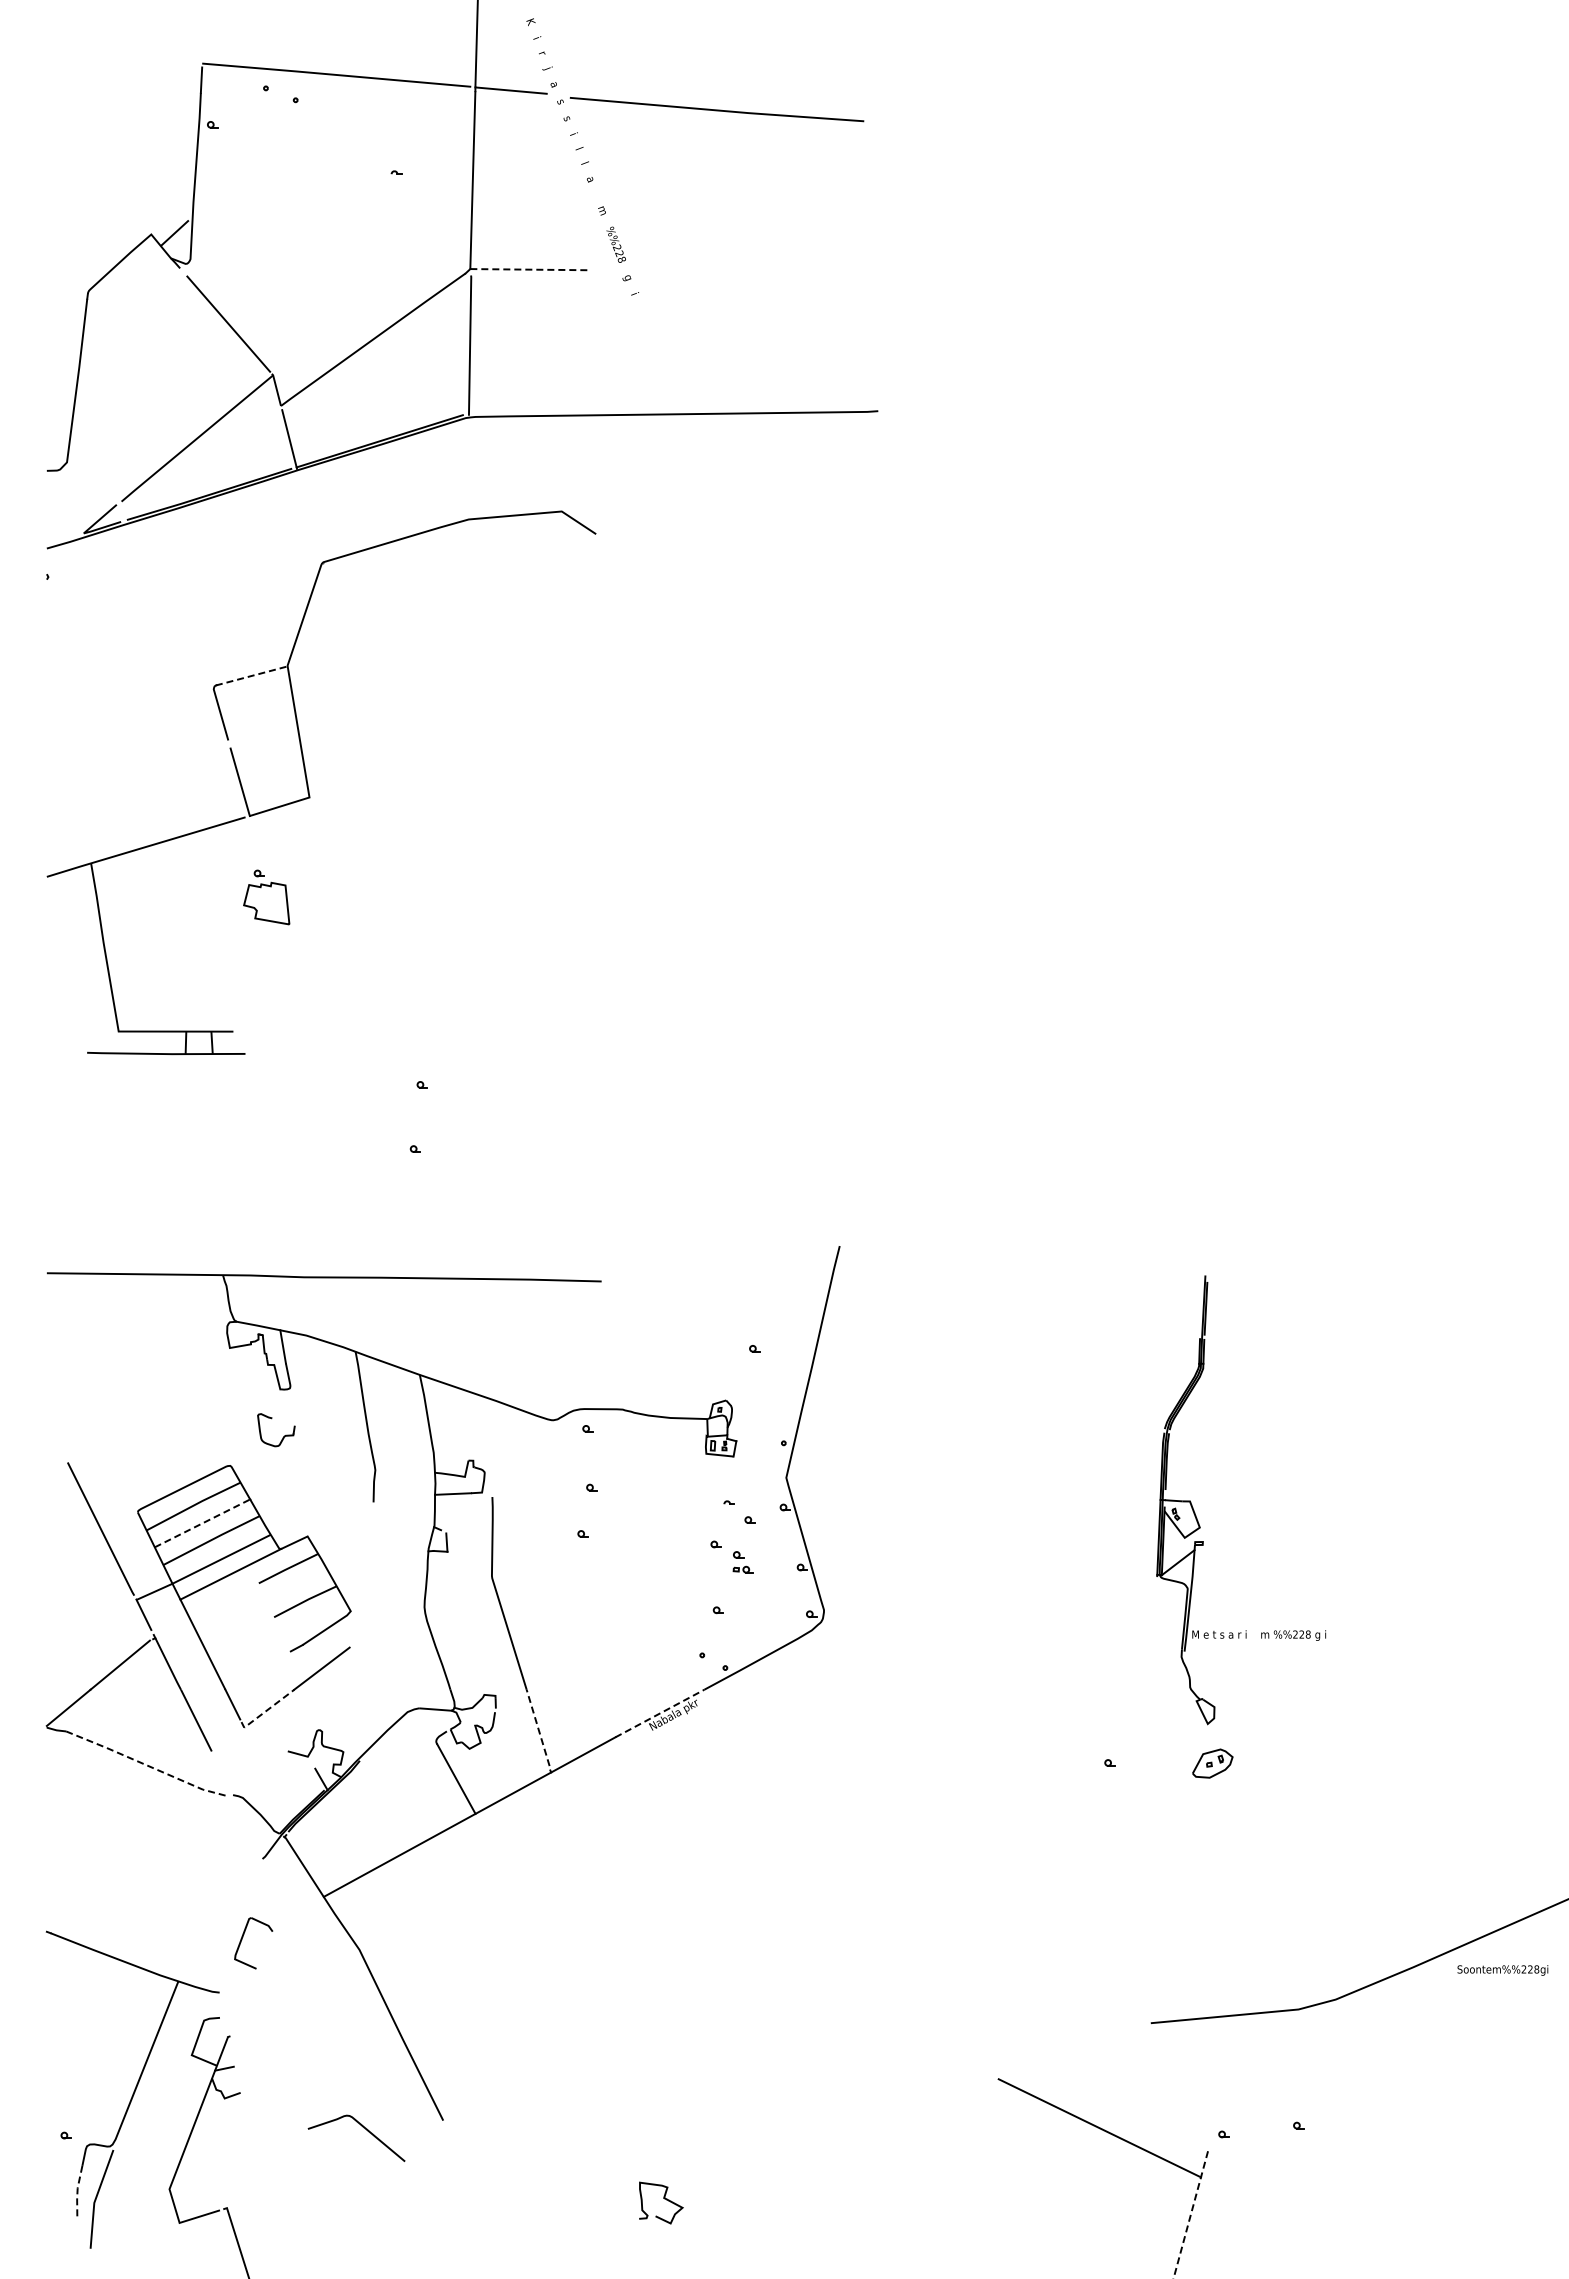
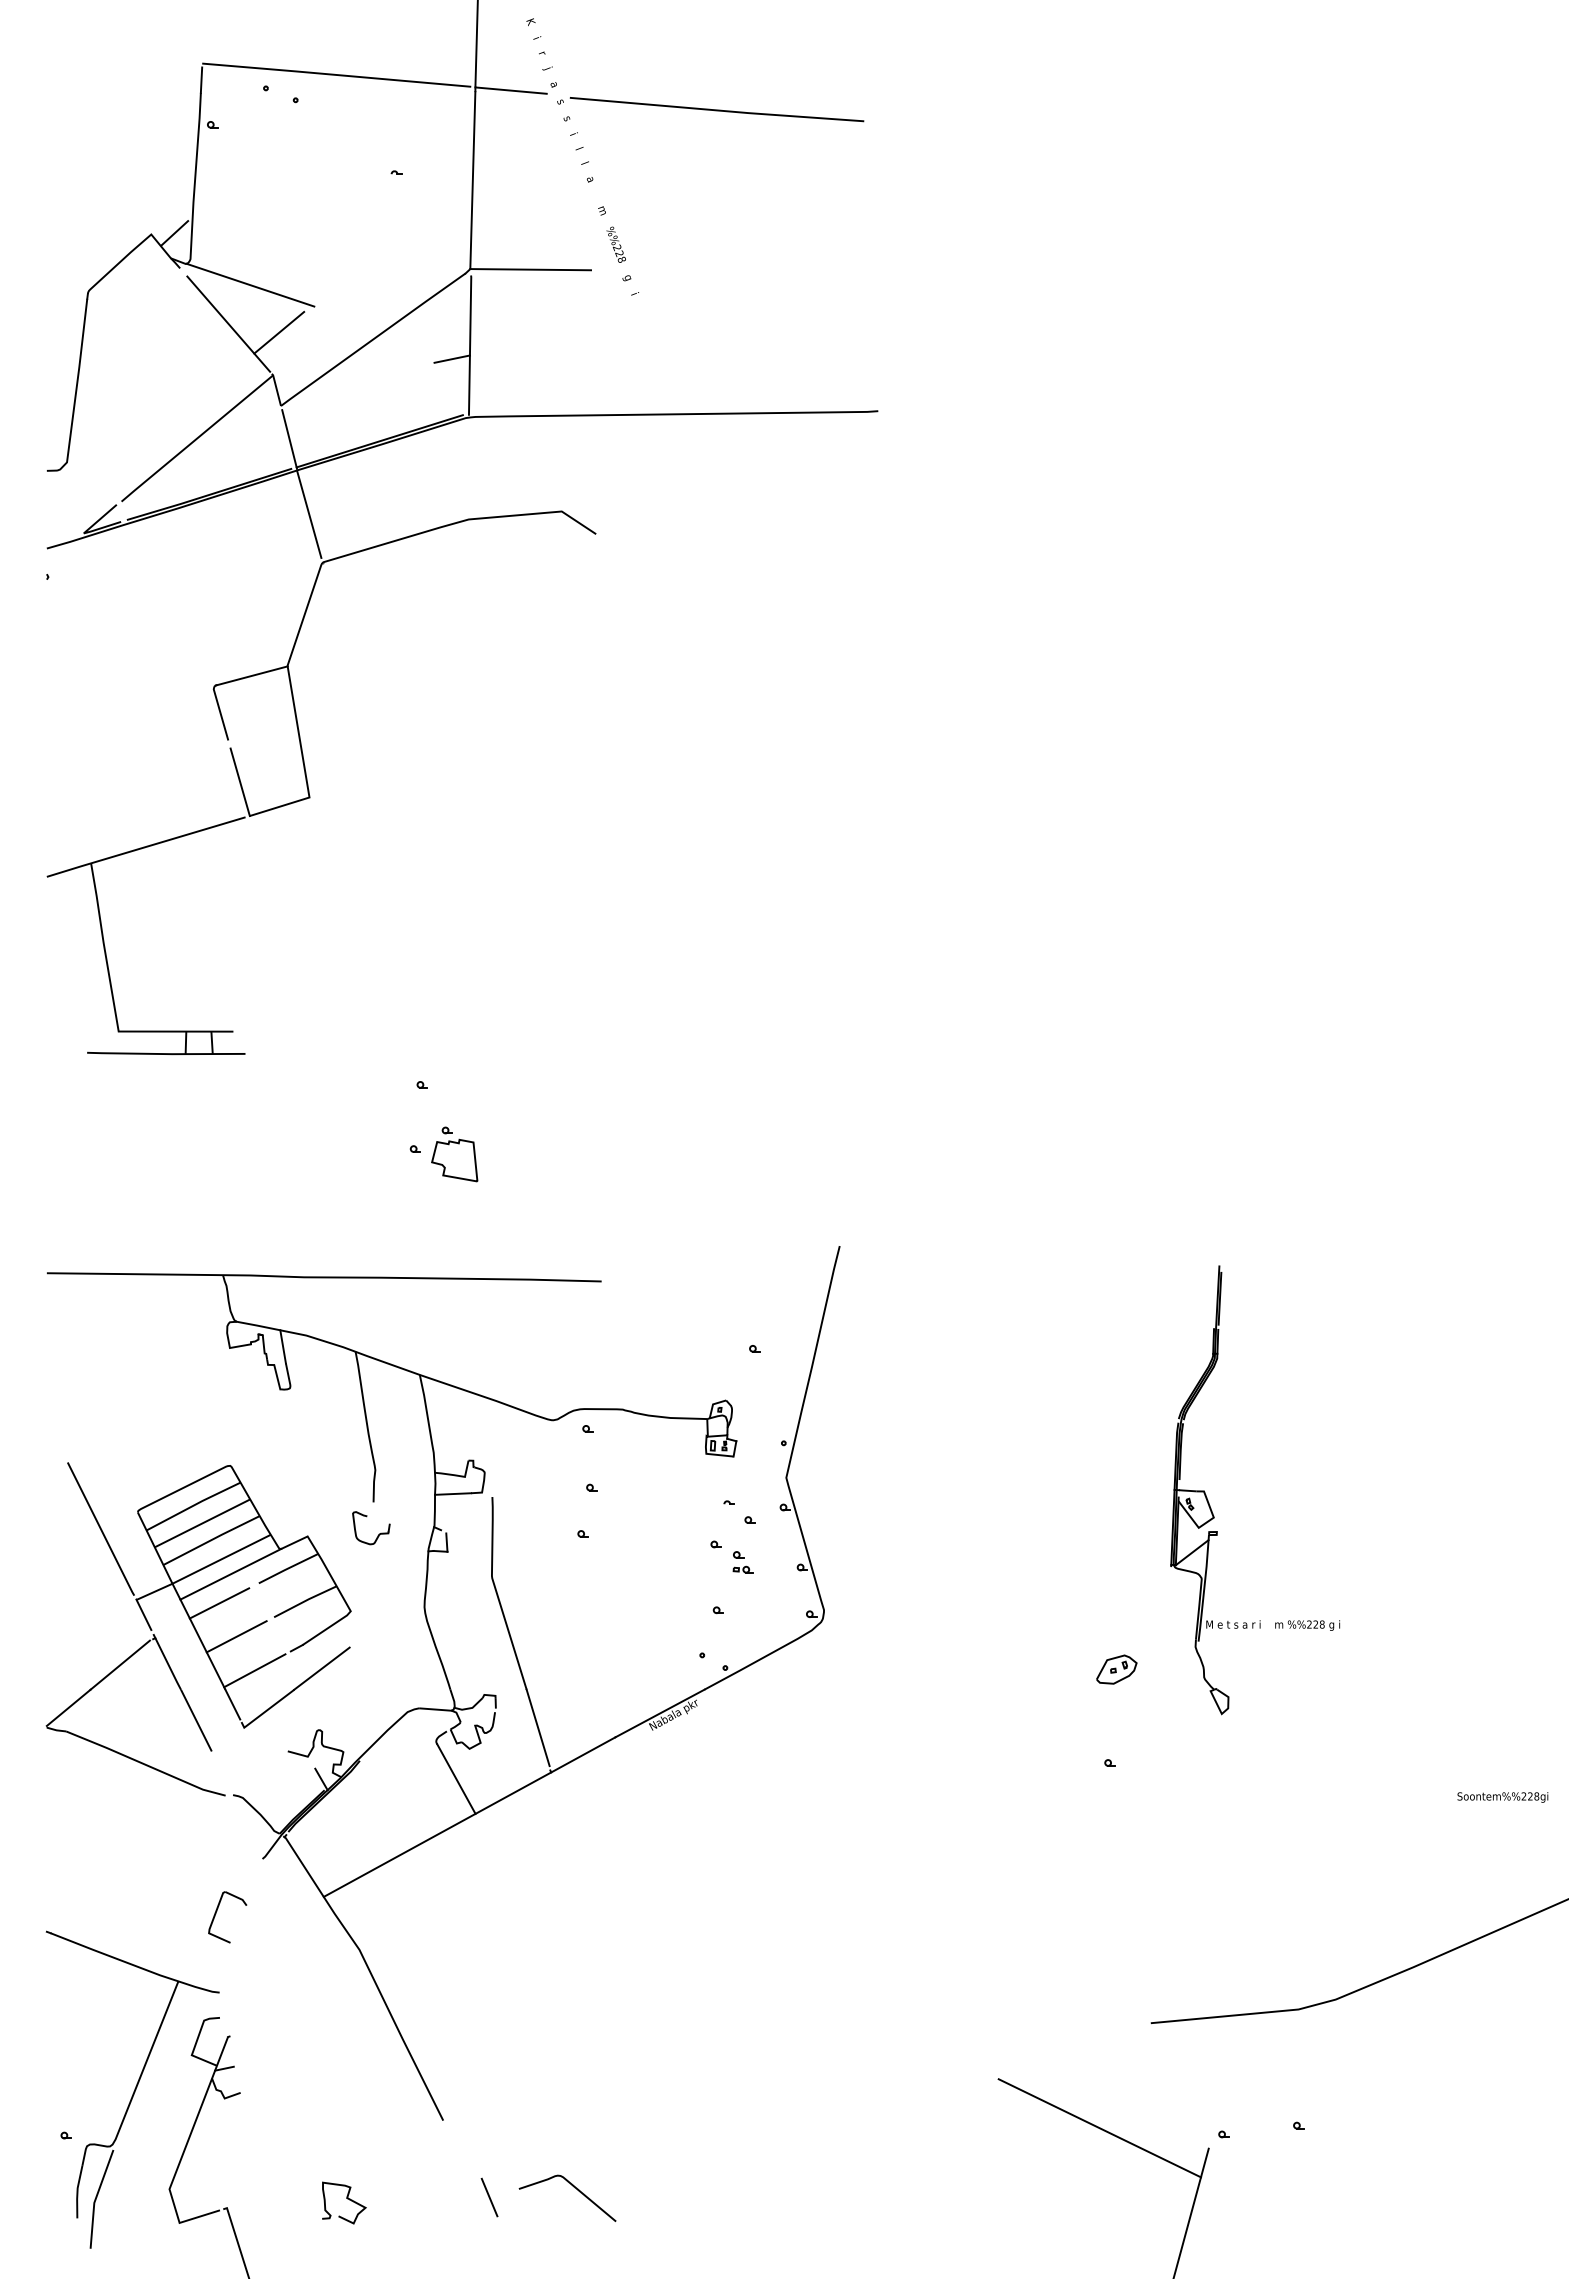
line at (531, 269): dashed -> solid
line at (250, 284): none -> present
line at (279, 332): none -> present
line at (451, 358): none -> present
line at (309, 514): none -> present
line at (252, 675): dashed -> solid
part at (266, 897) position: (266, 897) -> (454, 1154)
part at (283, 1436) position: (283, 1436) -> (378, 1534)
part at (1198, 1520) position: (1198, 1520) -> (1212, 1510)
line at (202, 1523): dashed -> solid
line at (219, 1603): none -> present
line at (236, 1636): none -> present
line at (254, 1670): none -> present
line at (266, 1710): dashed -> solid
line at (660, 1713): dashed -> solid
line at (538, 1727): dashed -> solid
part at (1212, 1763) position: (1212, 1763) -> (1116, 1669)
line at (146, 1765): dashed -> solid
part at (242, 1940) position: (242, 1940) -> (216, 1914)
text at (1502, 1970) position: (1502, 1970) -> (1502, 1797)
curve at (362, 2127) position: (362, 2127) -> (573, 2187)
line at (77, 2192): dashed -> solid
line at (489, 2197): none -> present
curve at (664, 2199) position: (664, 2199) -> (347, 2199)
line at (1191, 2213): dashed -> solid
